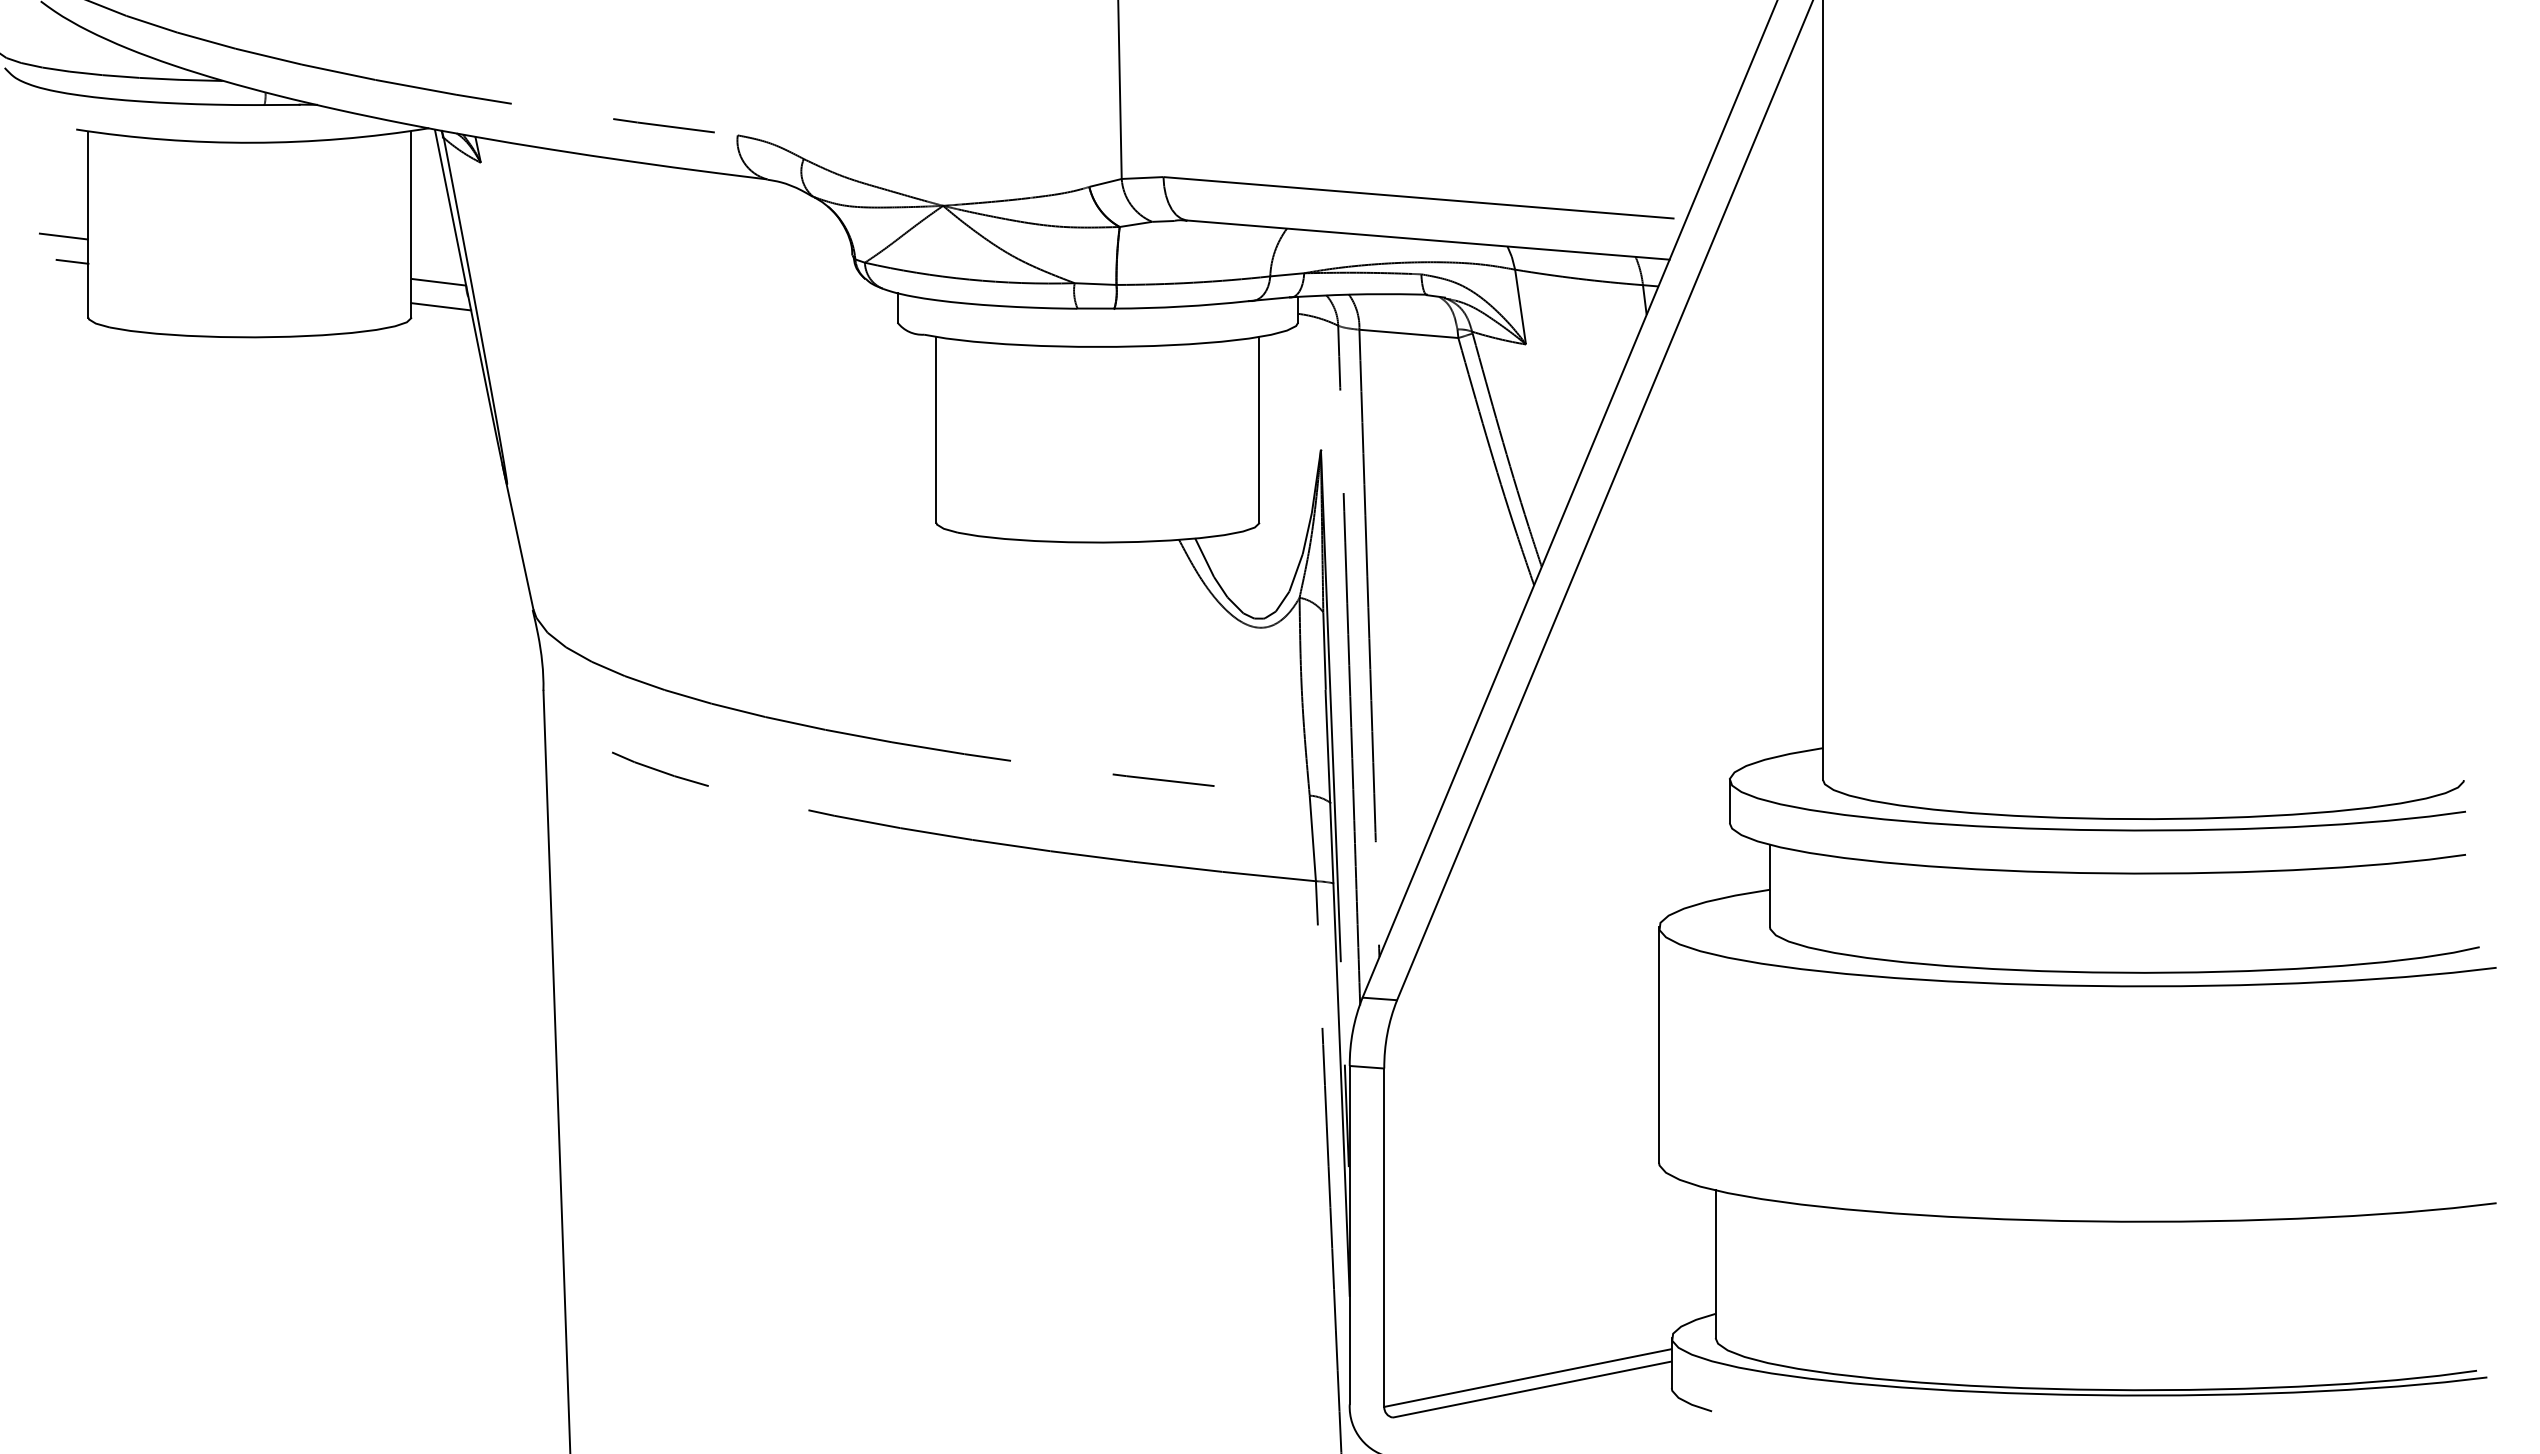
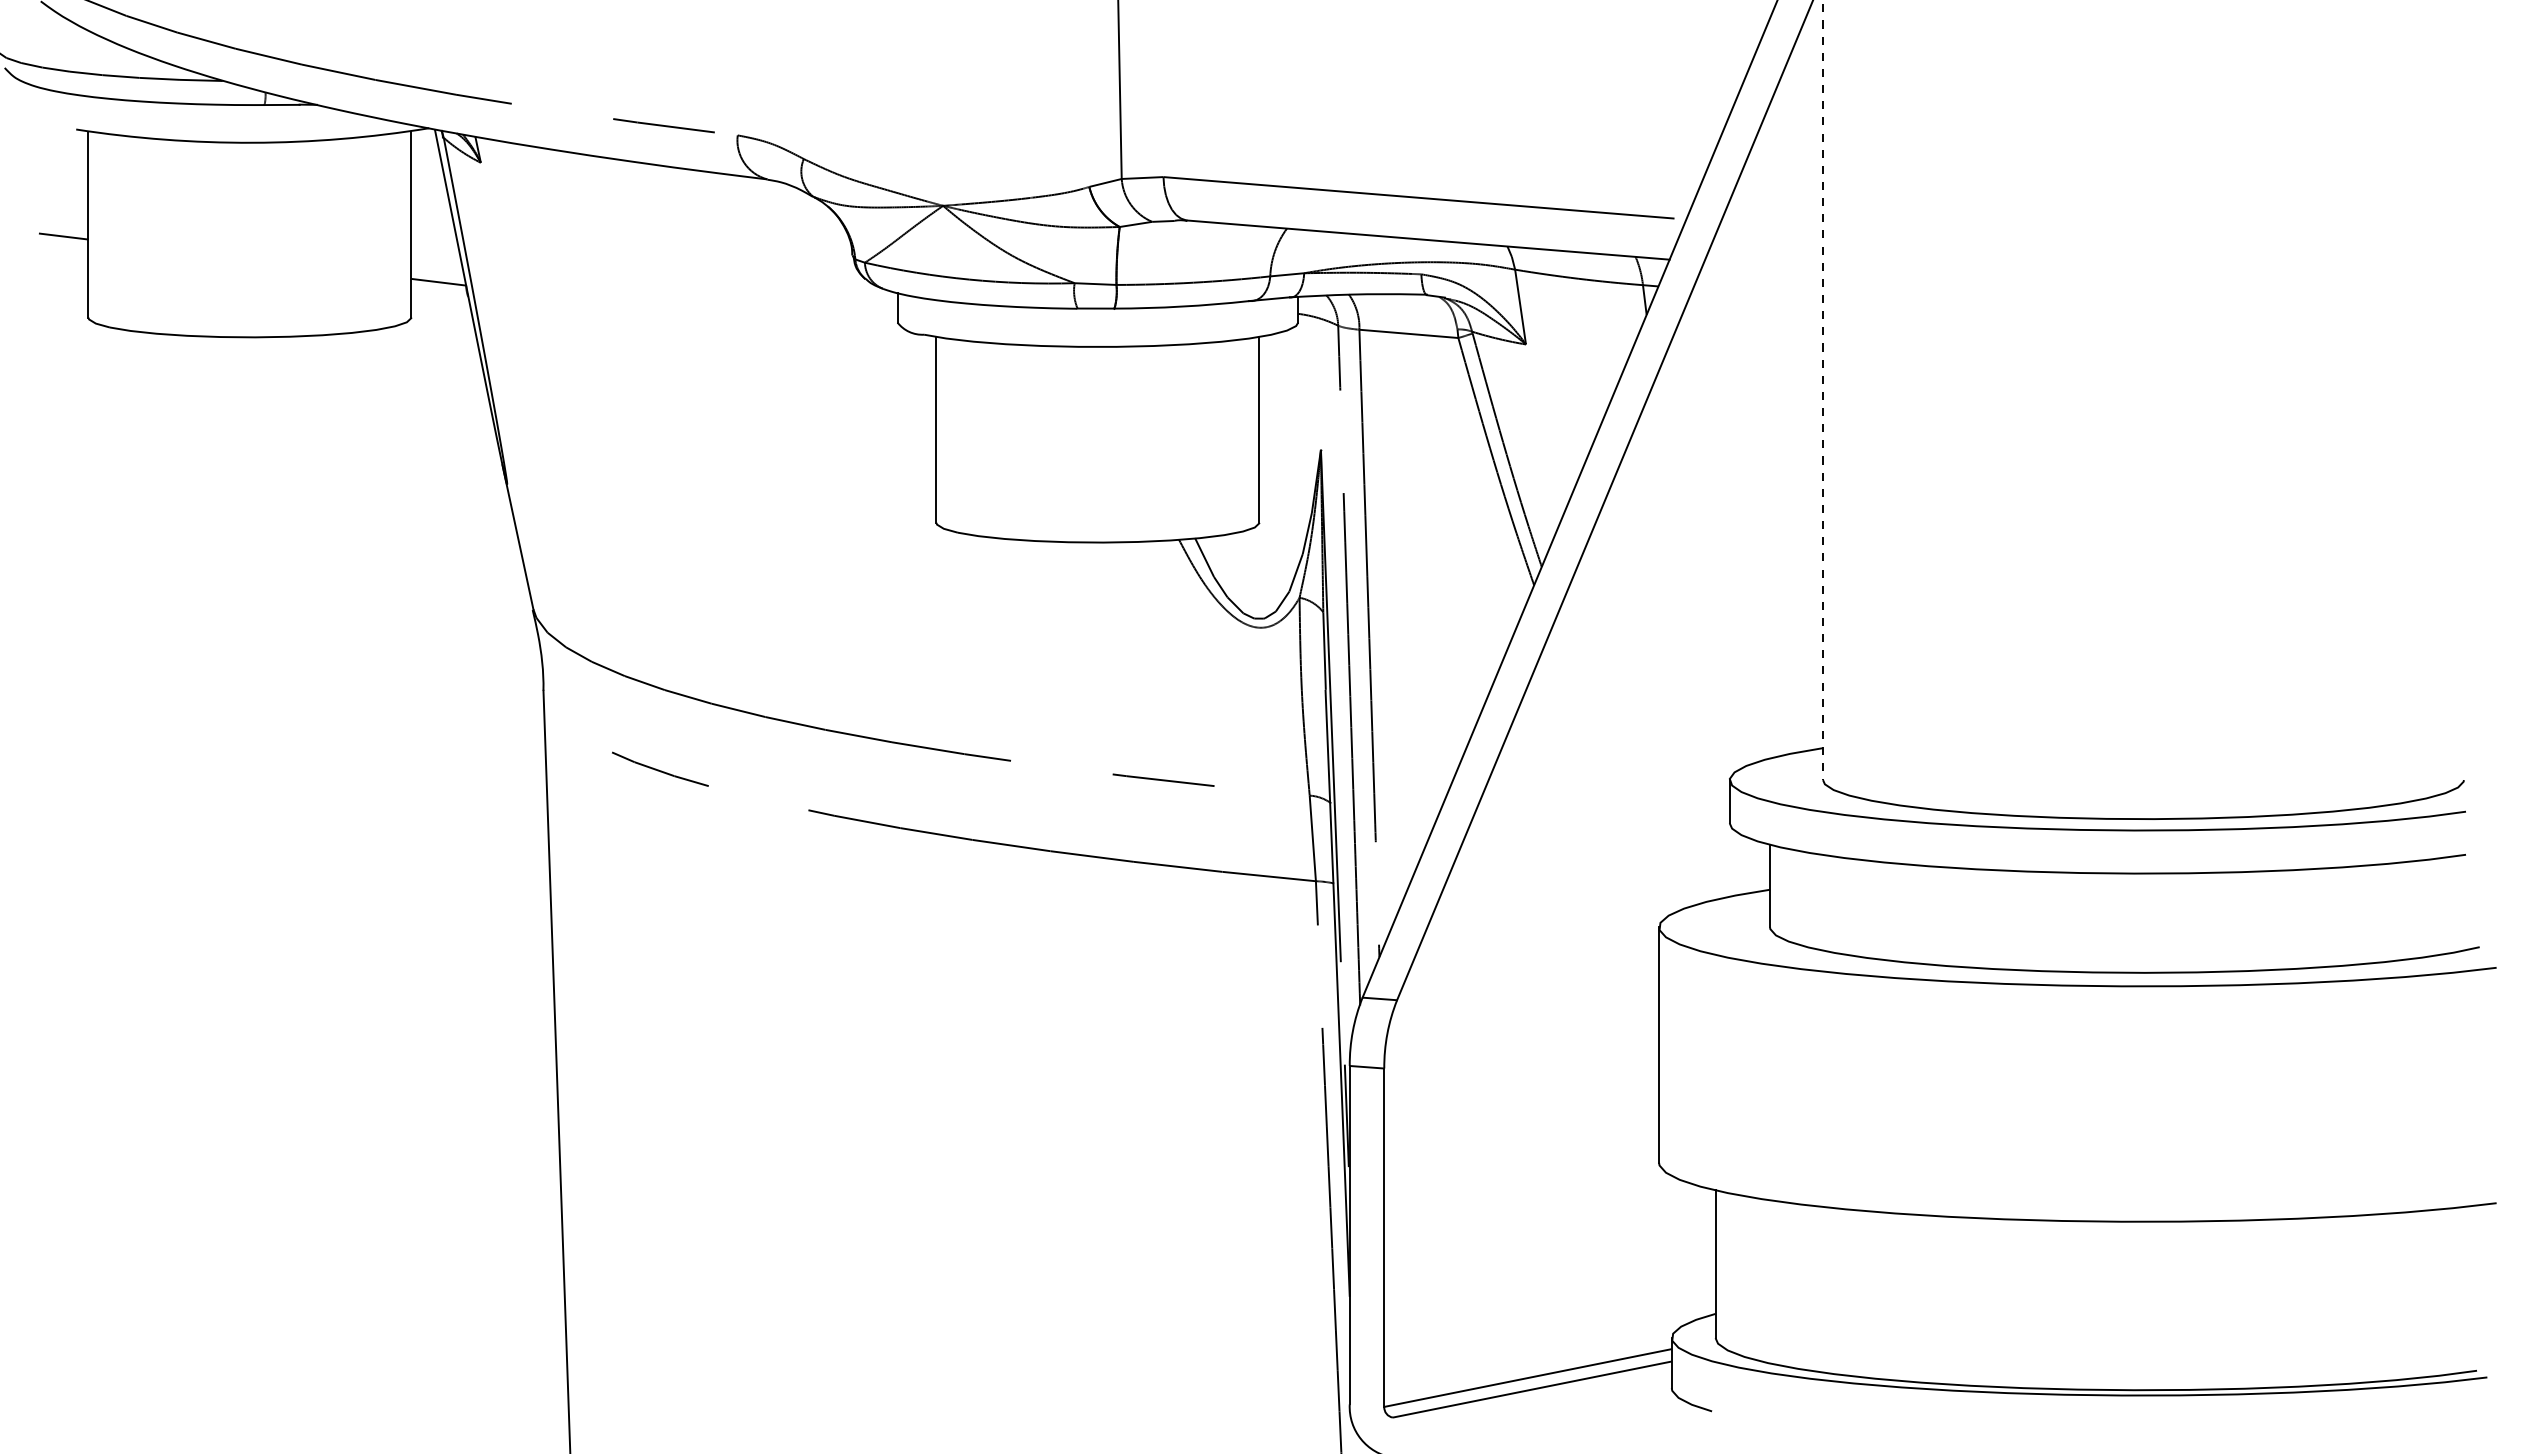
line at (72, 261): present -> none
line at (441, 306): present -> none
line at (1823, 390): solid -> dashed
